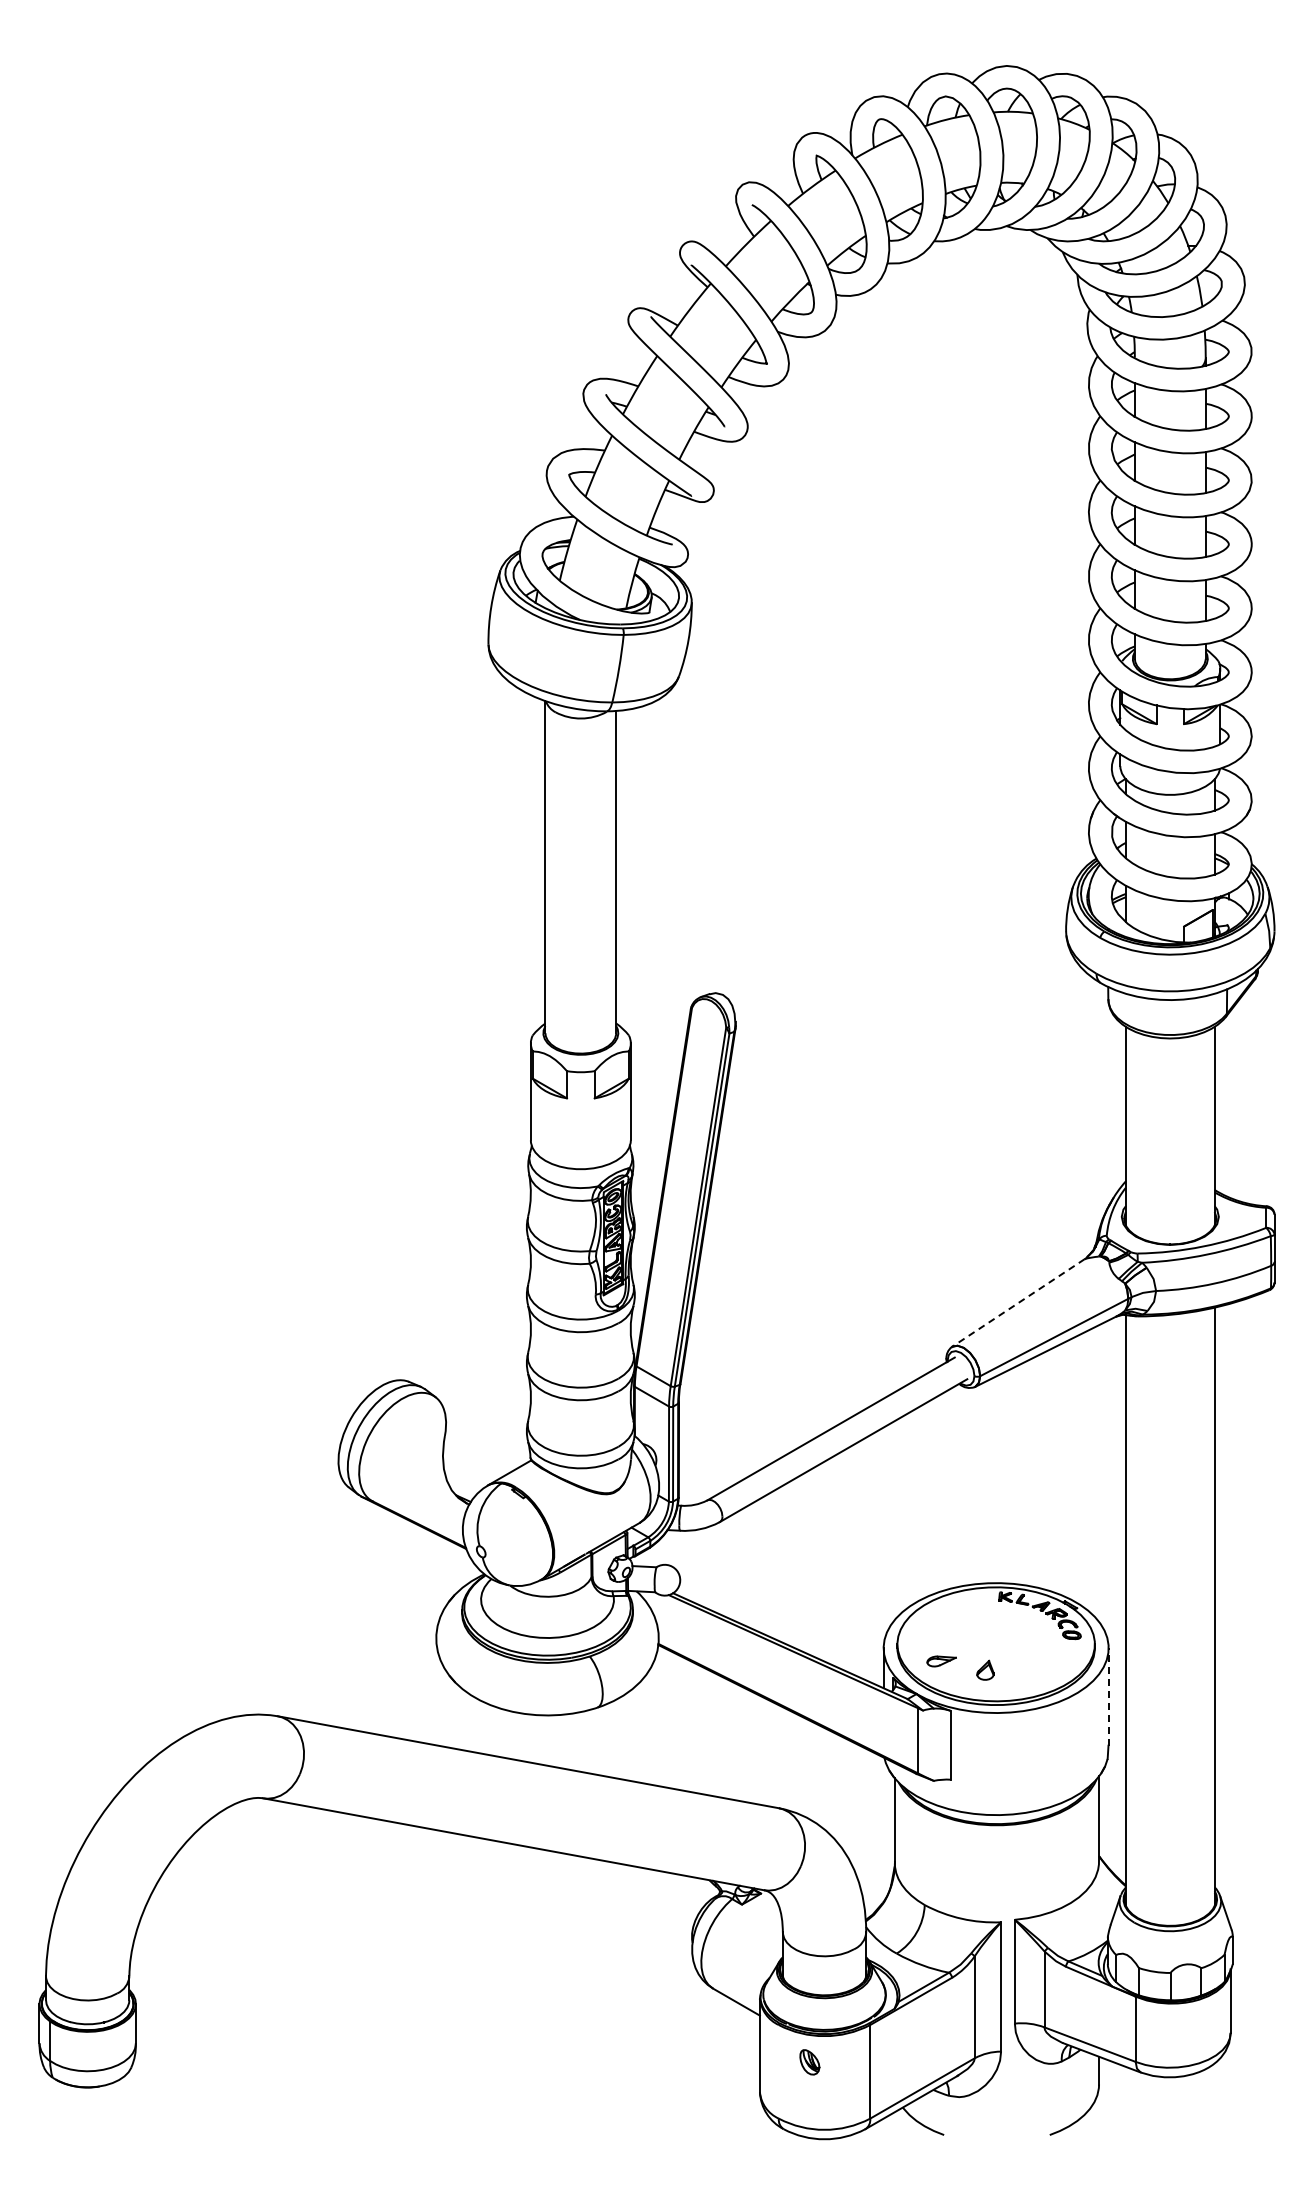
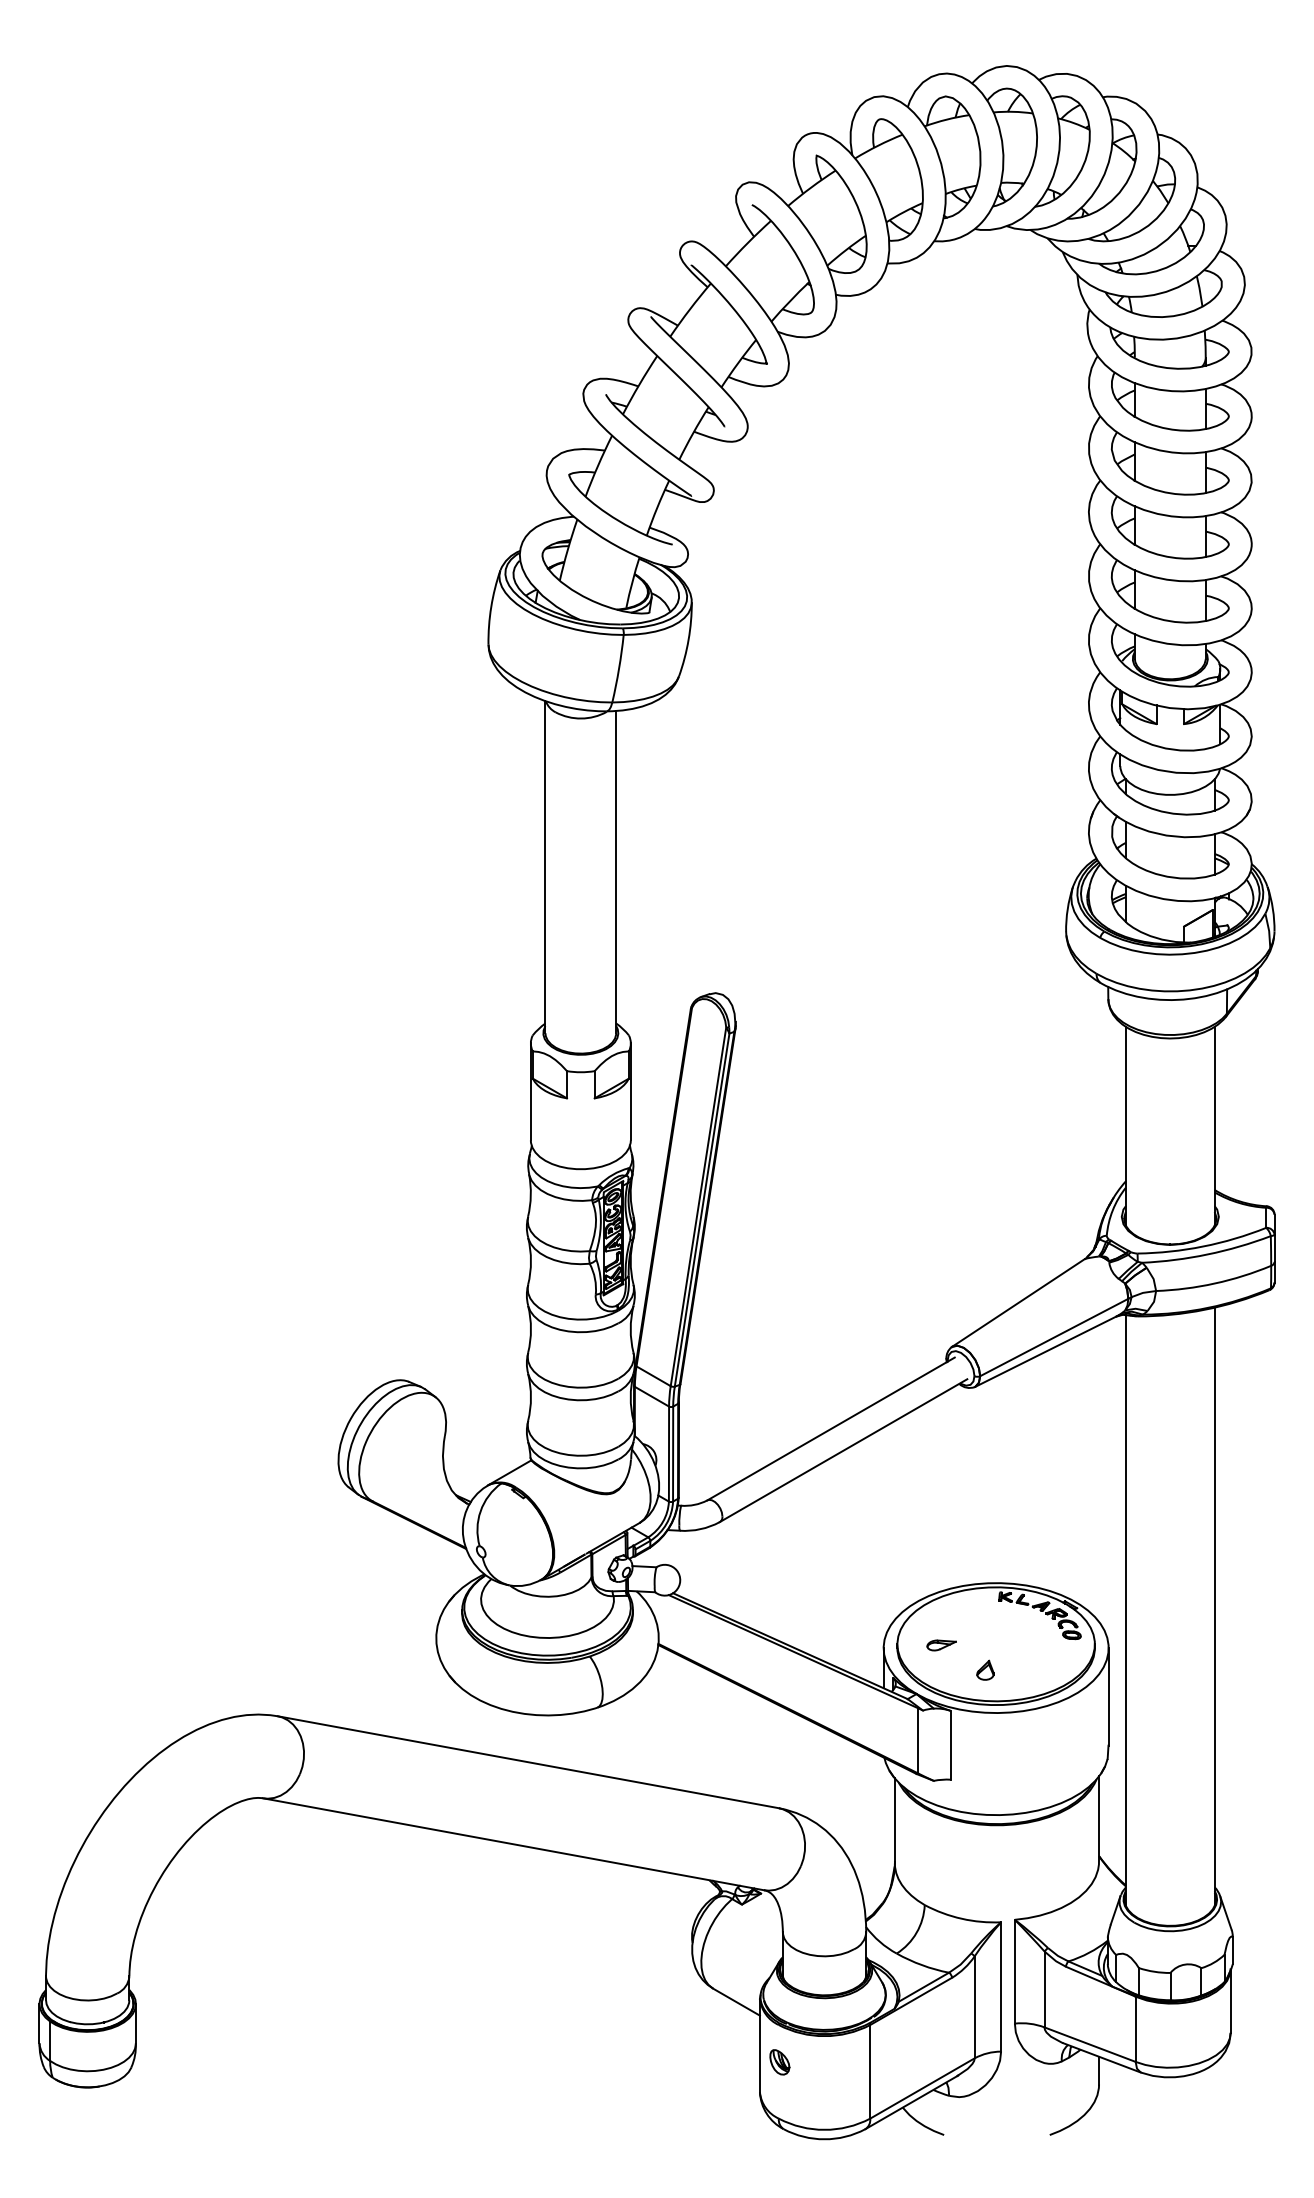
line at (1018, 1303): dashed -> solid
part at (941, 1661) position: (941, 1661) -> (941, 1645)
line at (1108, 1696): dashed -> solid
part at (809, 2062) position: (809, 2062) -> (779, 2062)
